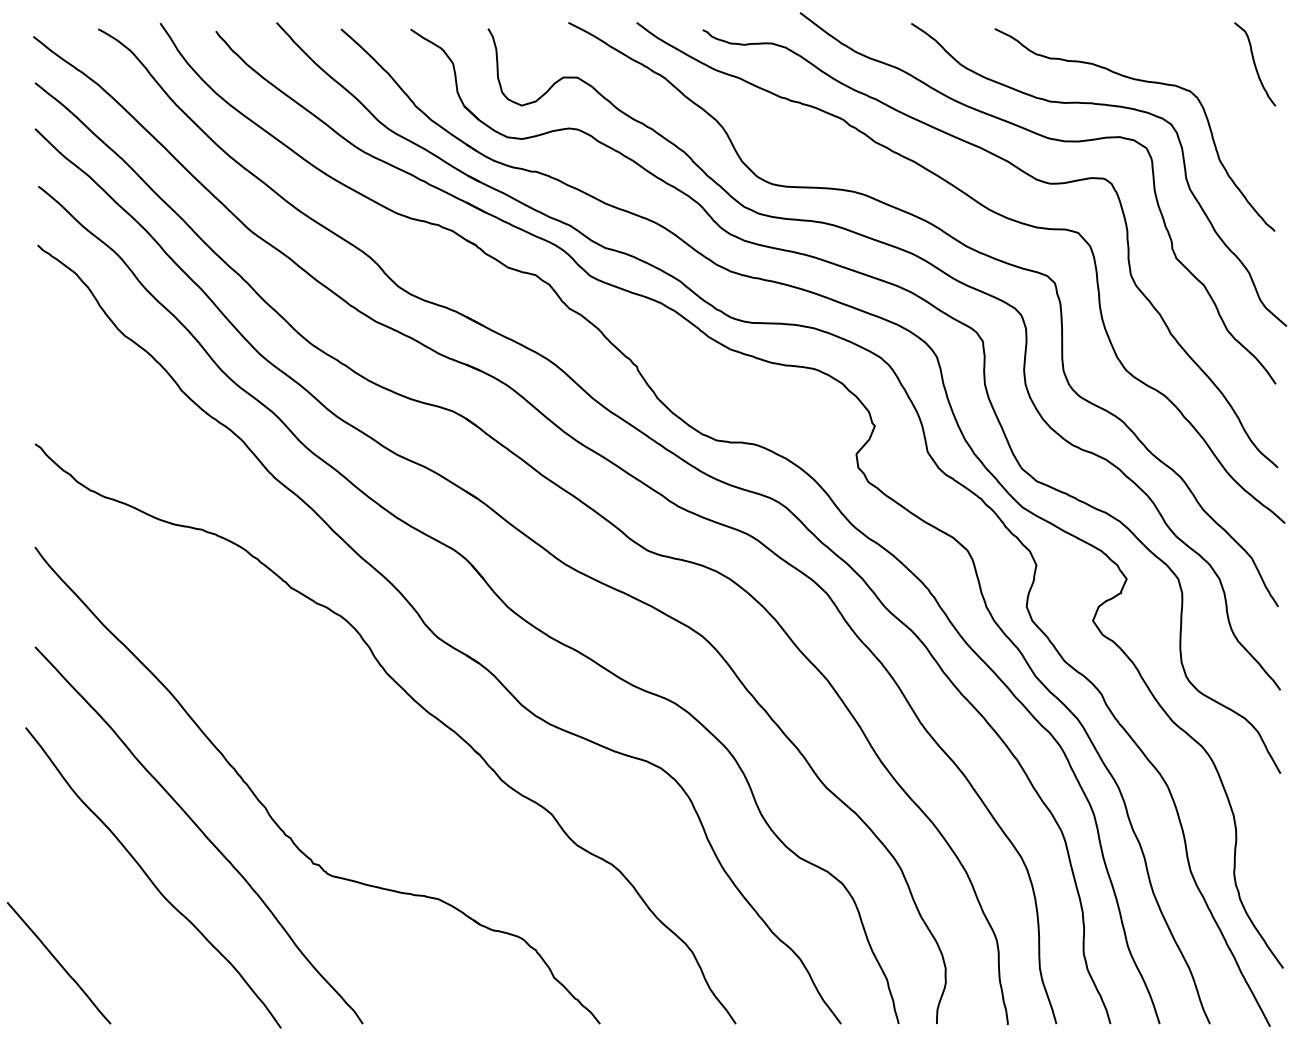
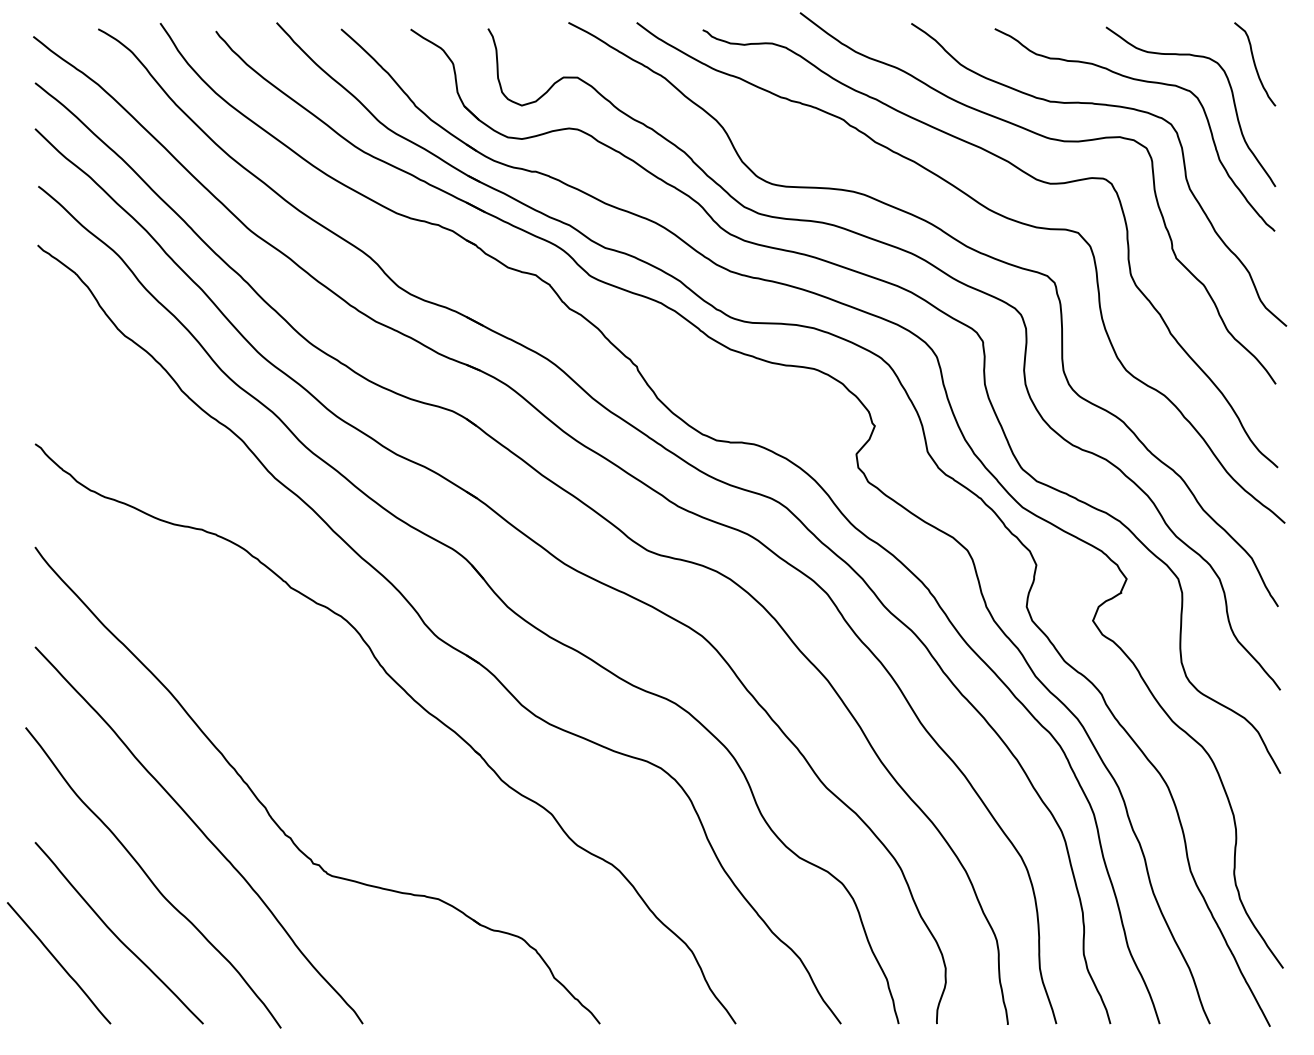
curve at (1232, 99): none -> present
curve at (116, 935): none -> present
